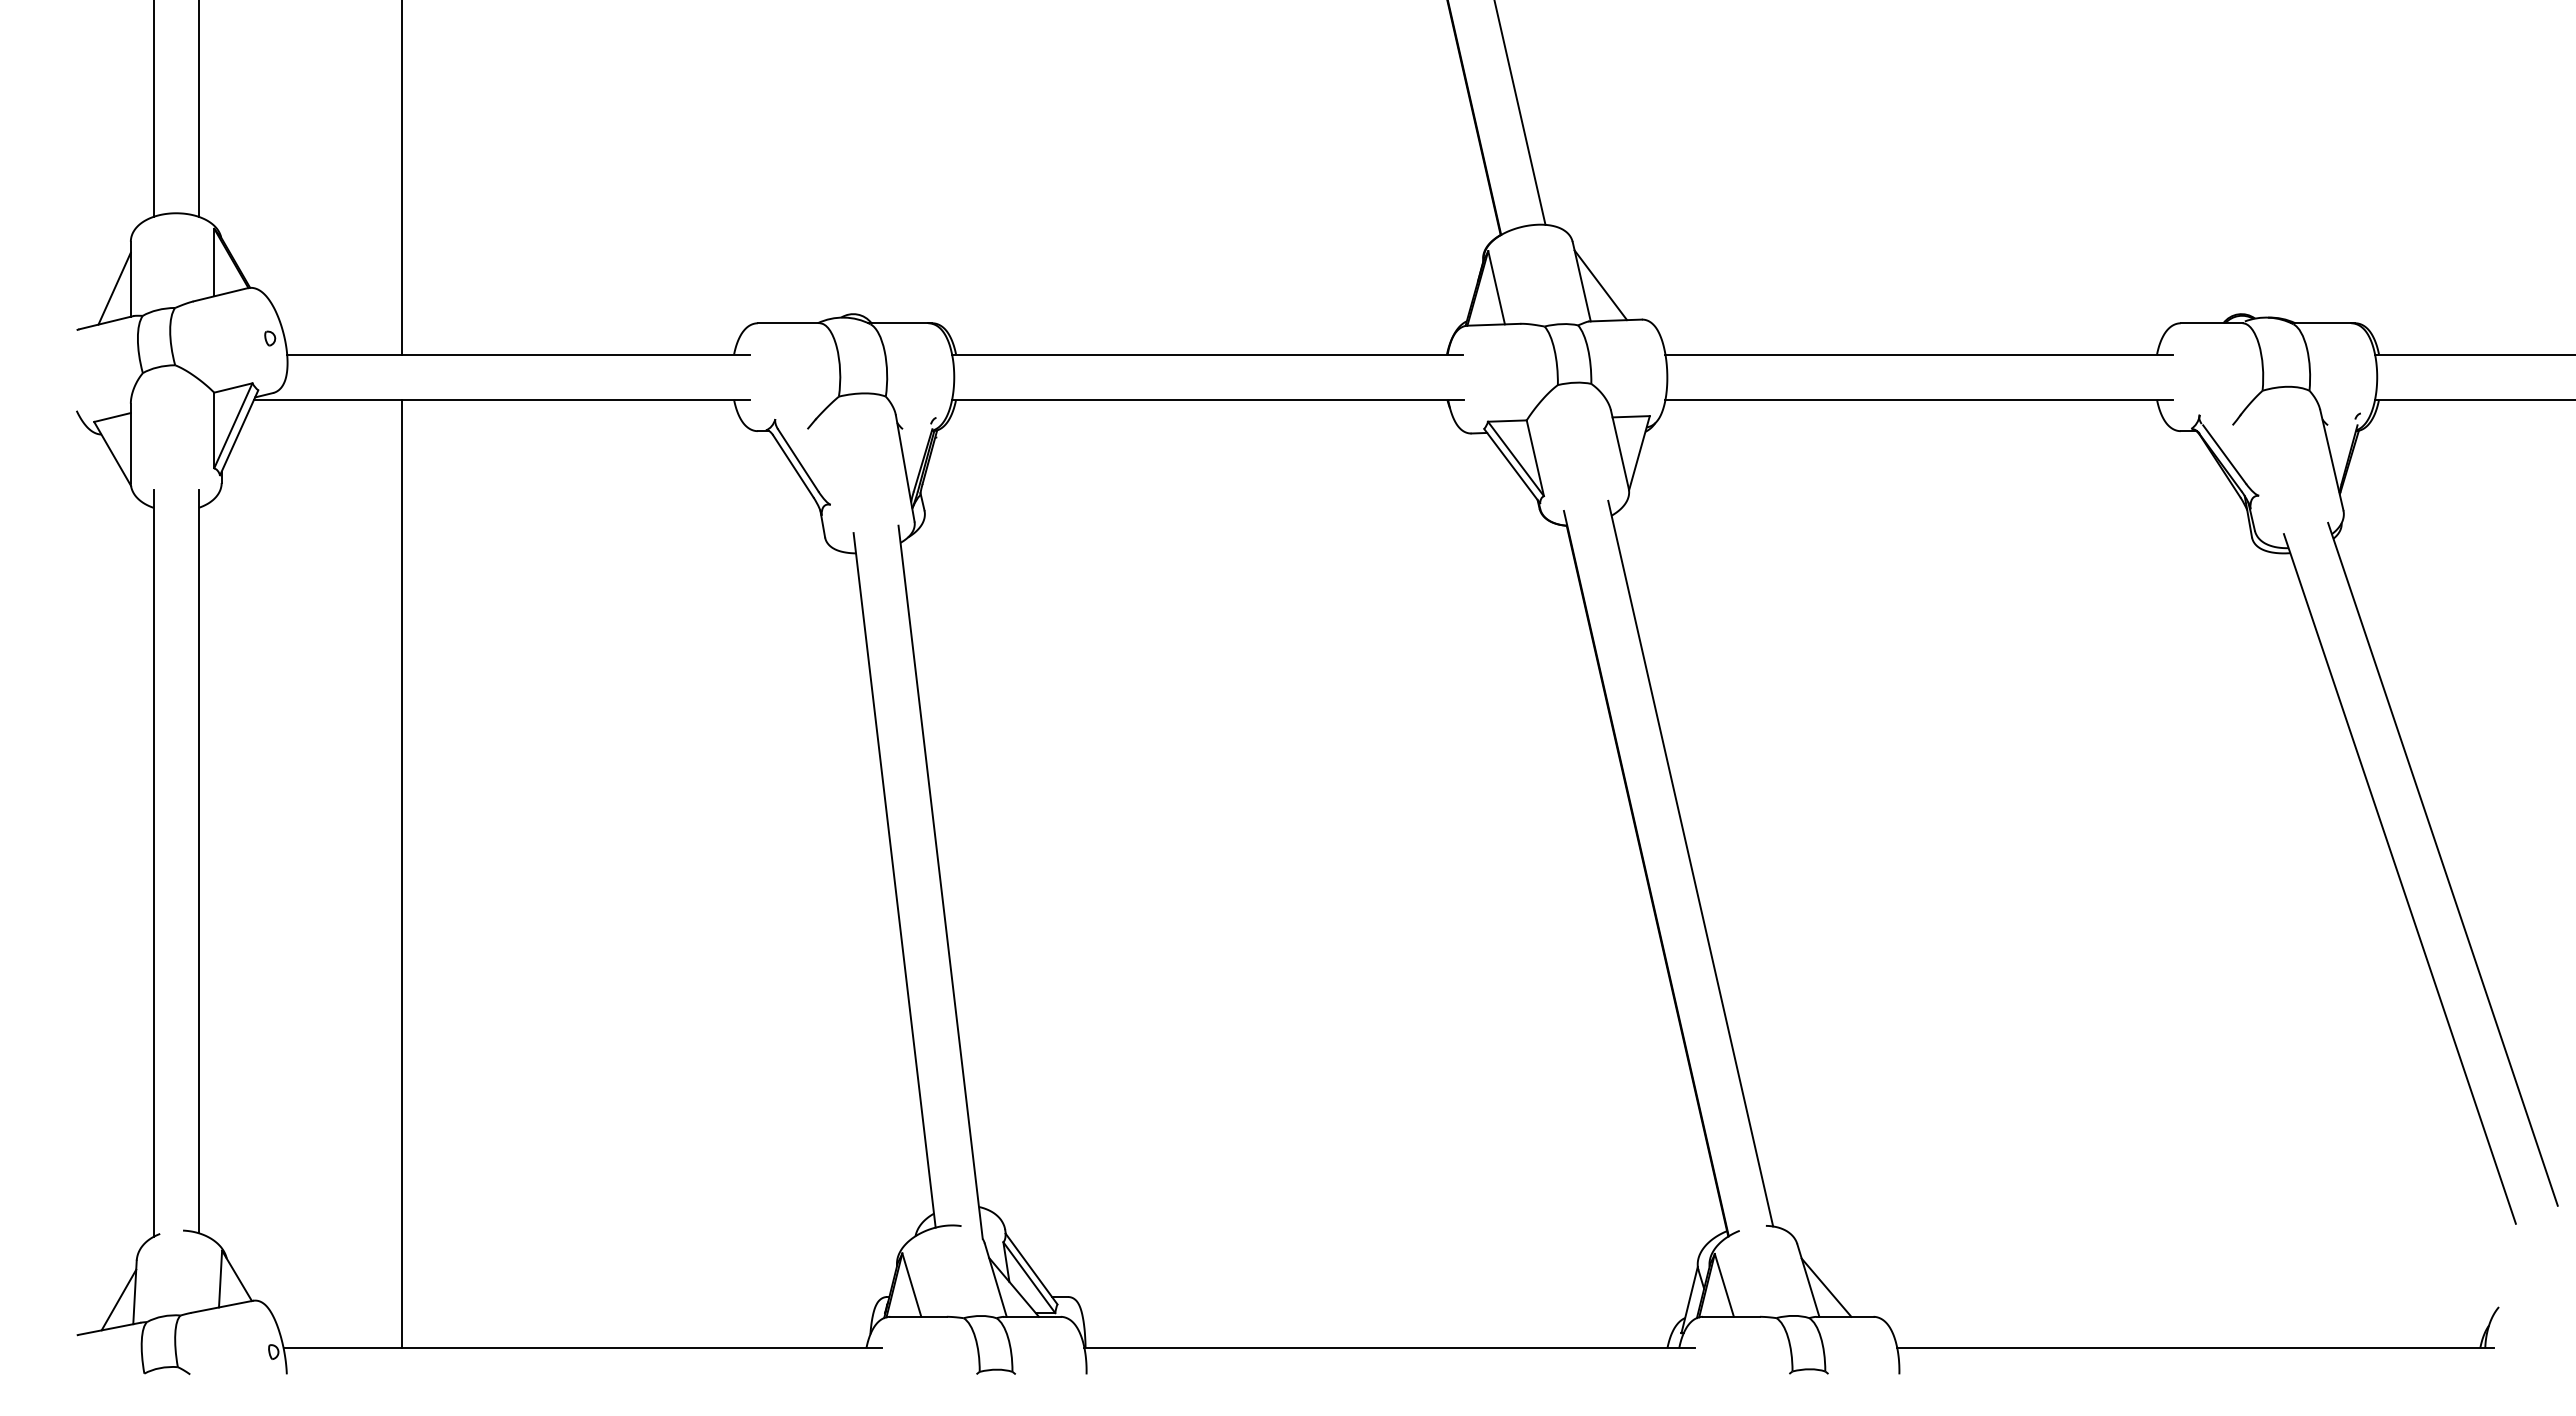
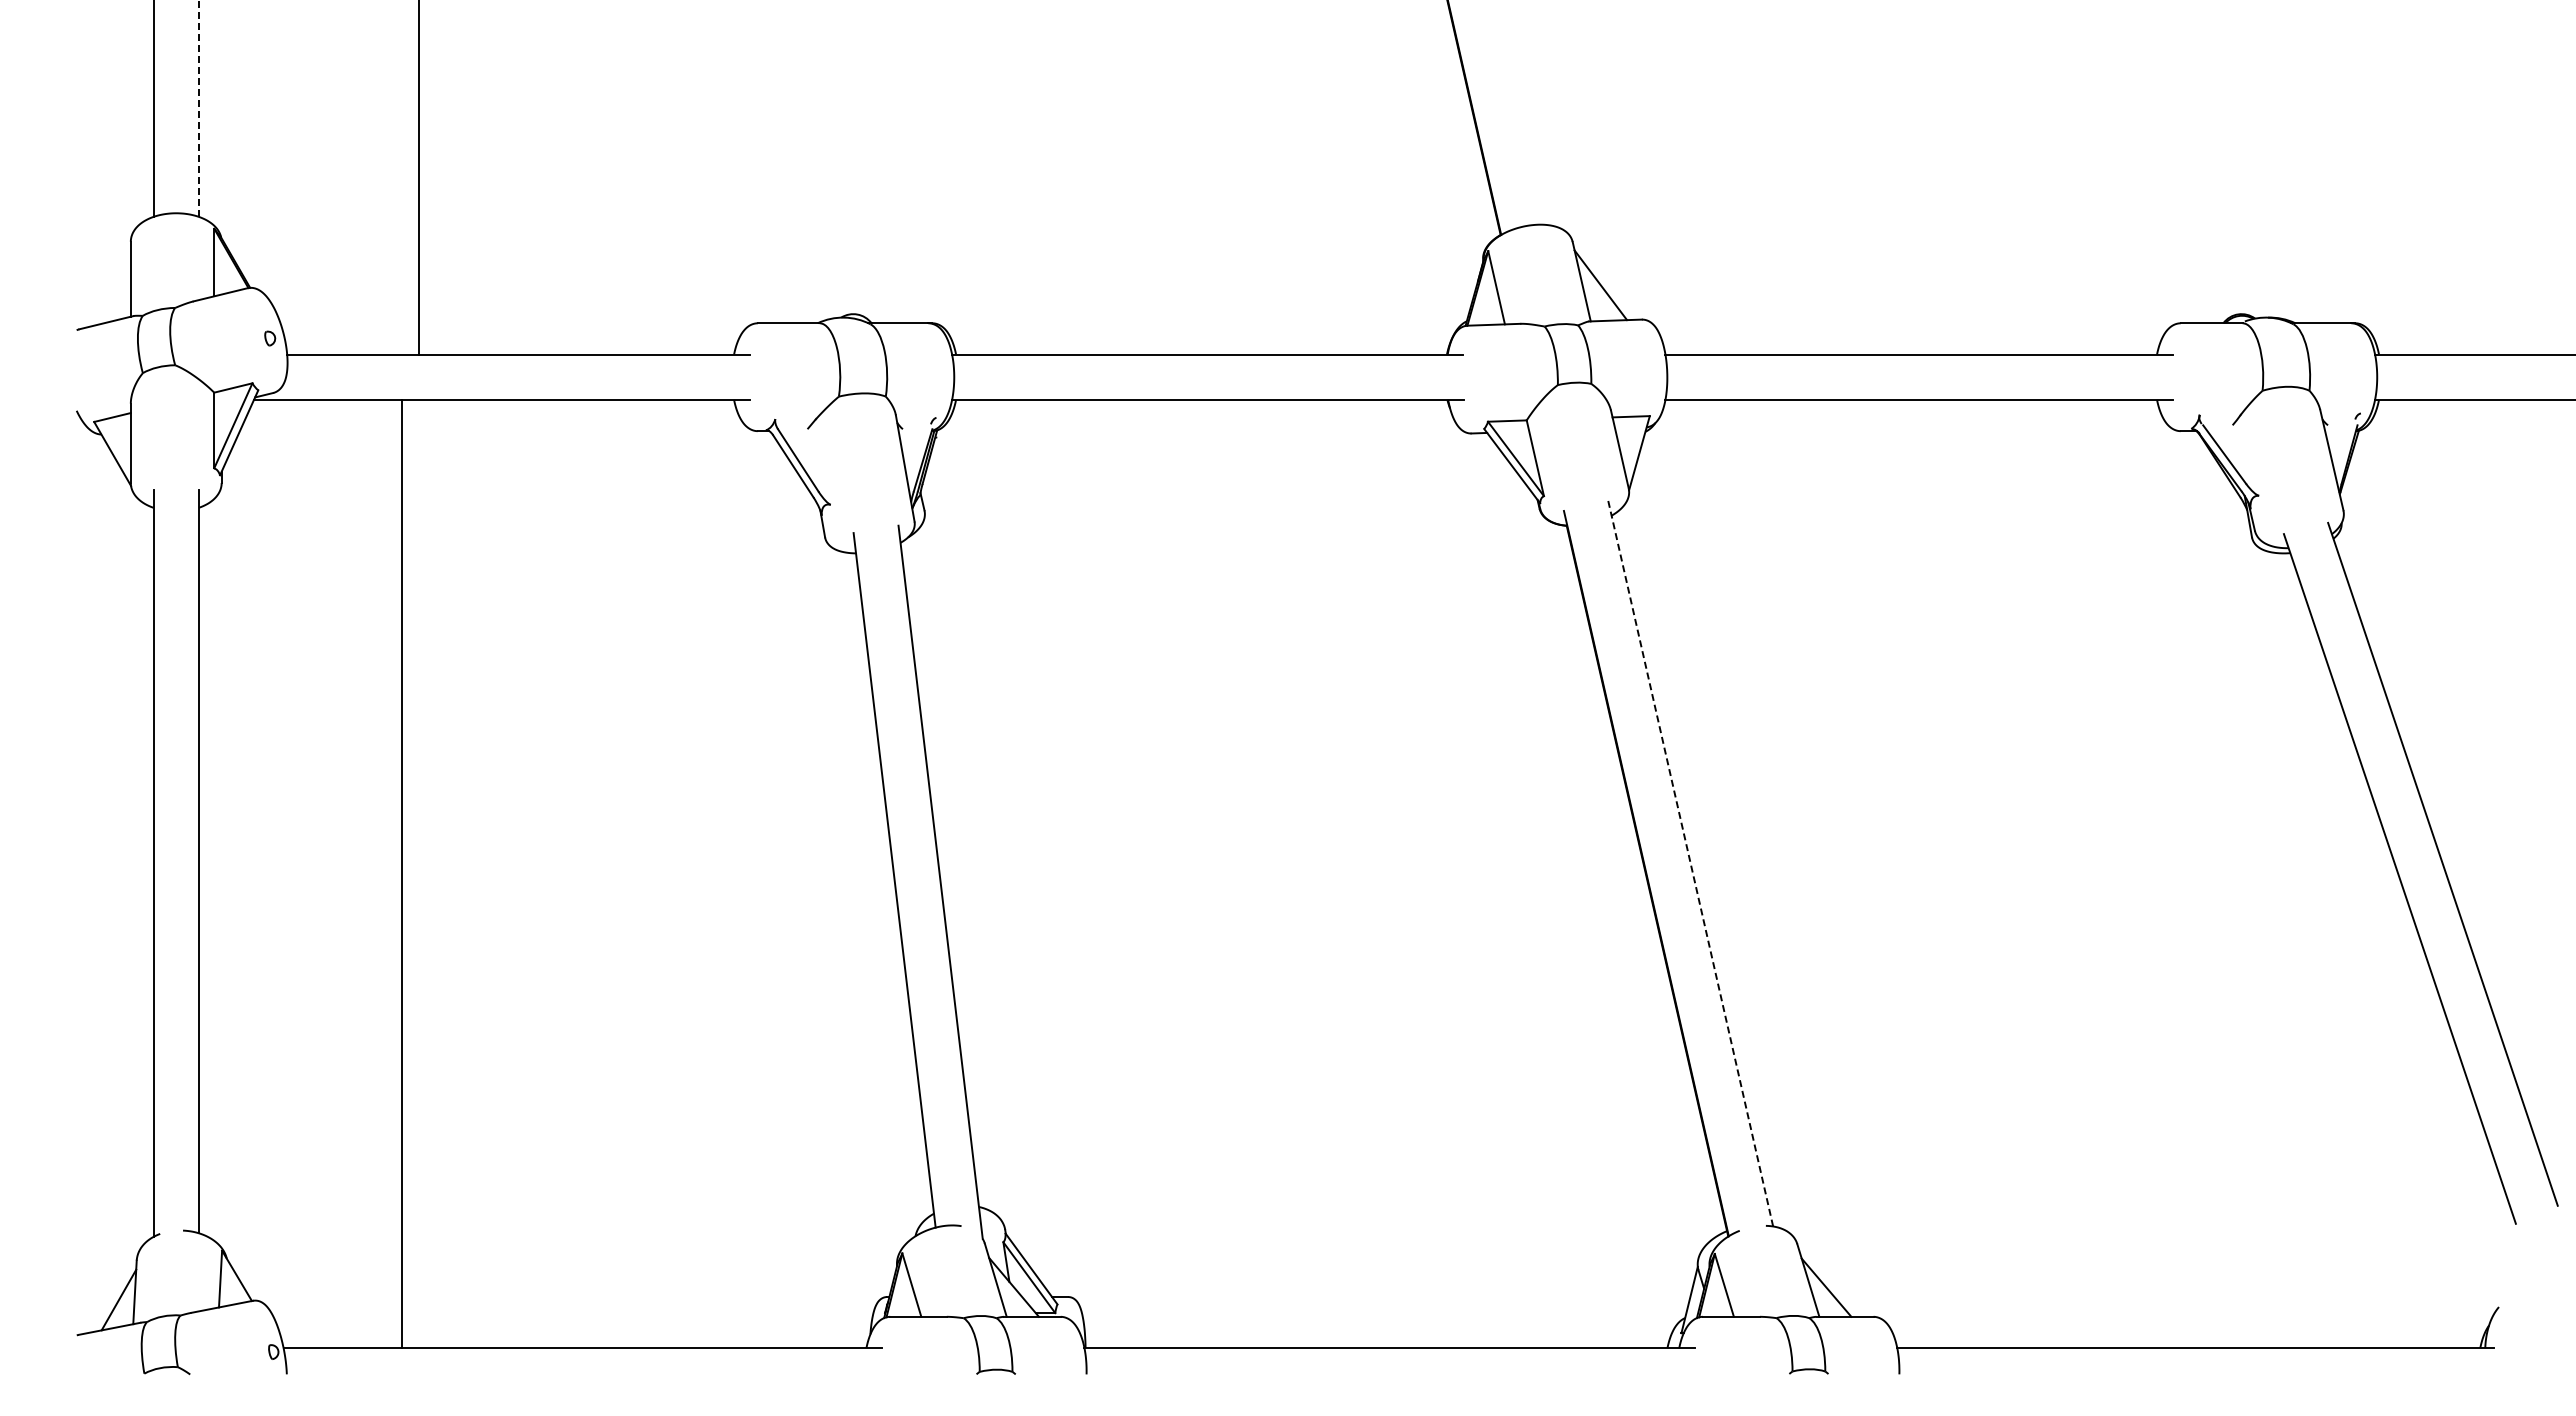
line at (198, 108): solid -> dashed
line at (1519, 113): present -> none
line at (401, 178) position: (401, 178) -> (418, 178)
line at (114, 288): present -> none
line at (1690, 863): solid -> dashed
